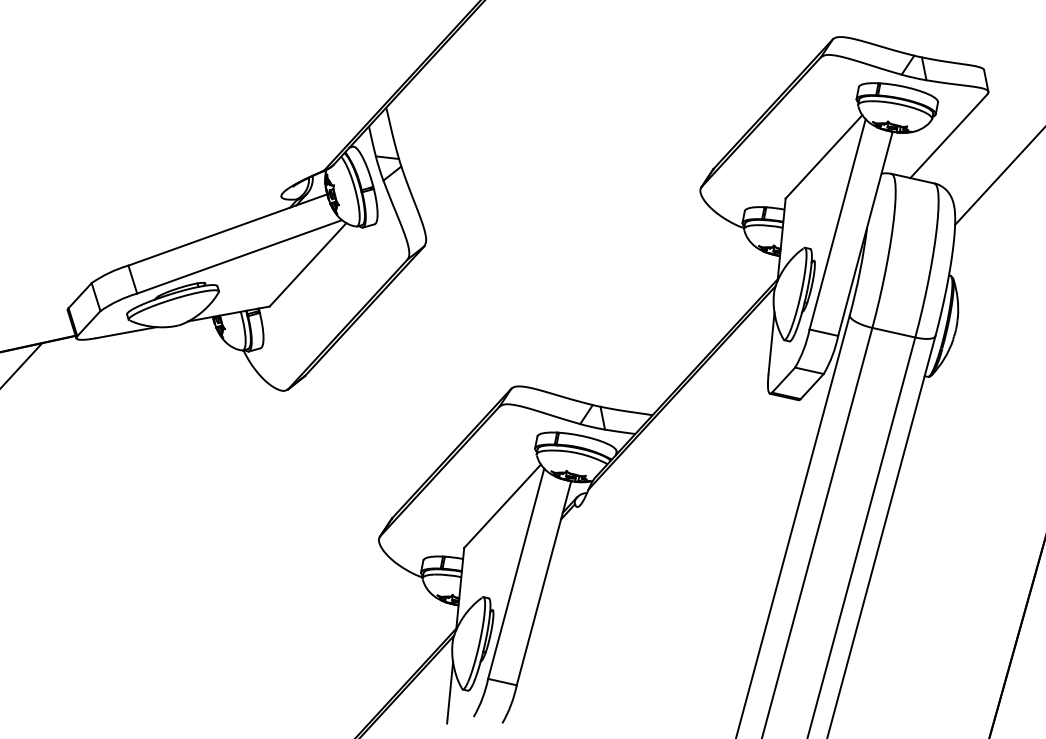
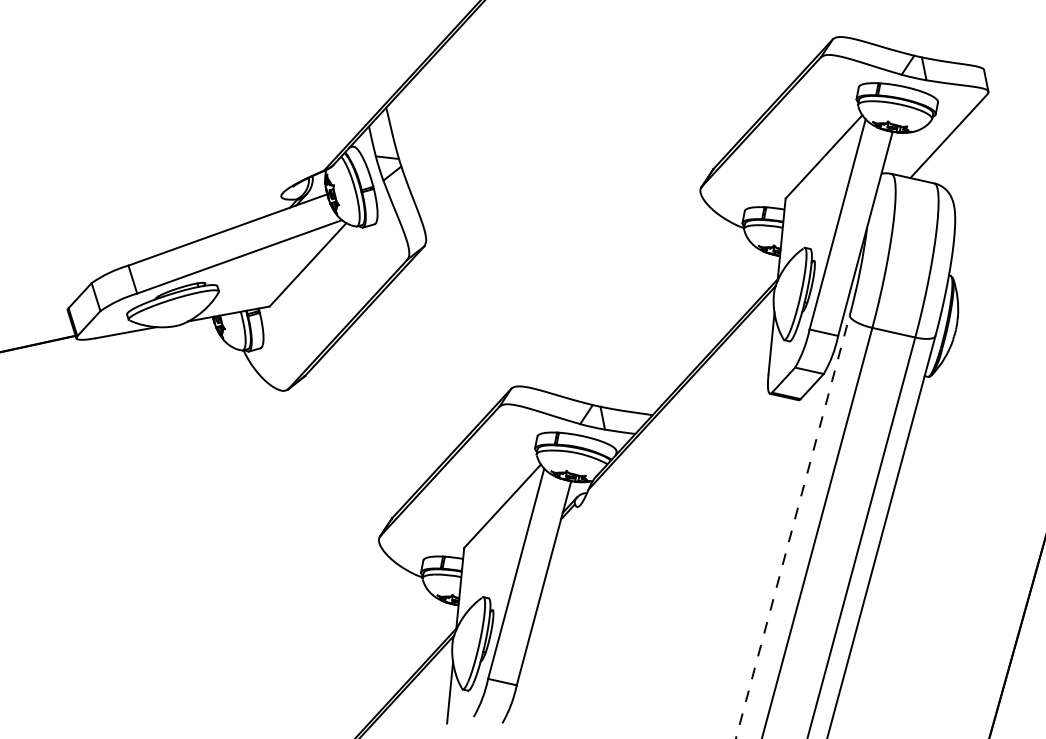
line at (998, 176): present -> none
line at (22, 364): present -> none
line at (792, 527): solid -> dashed
